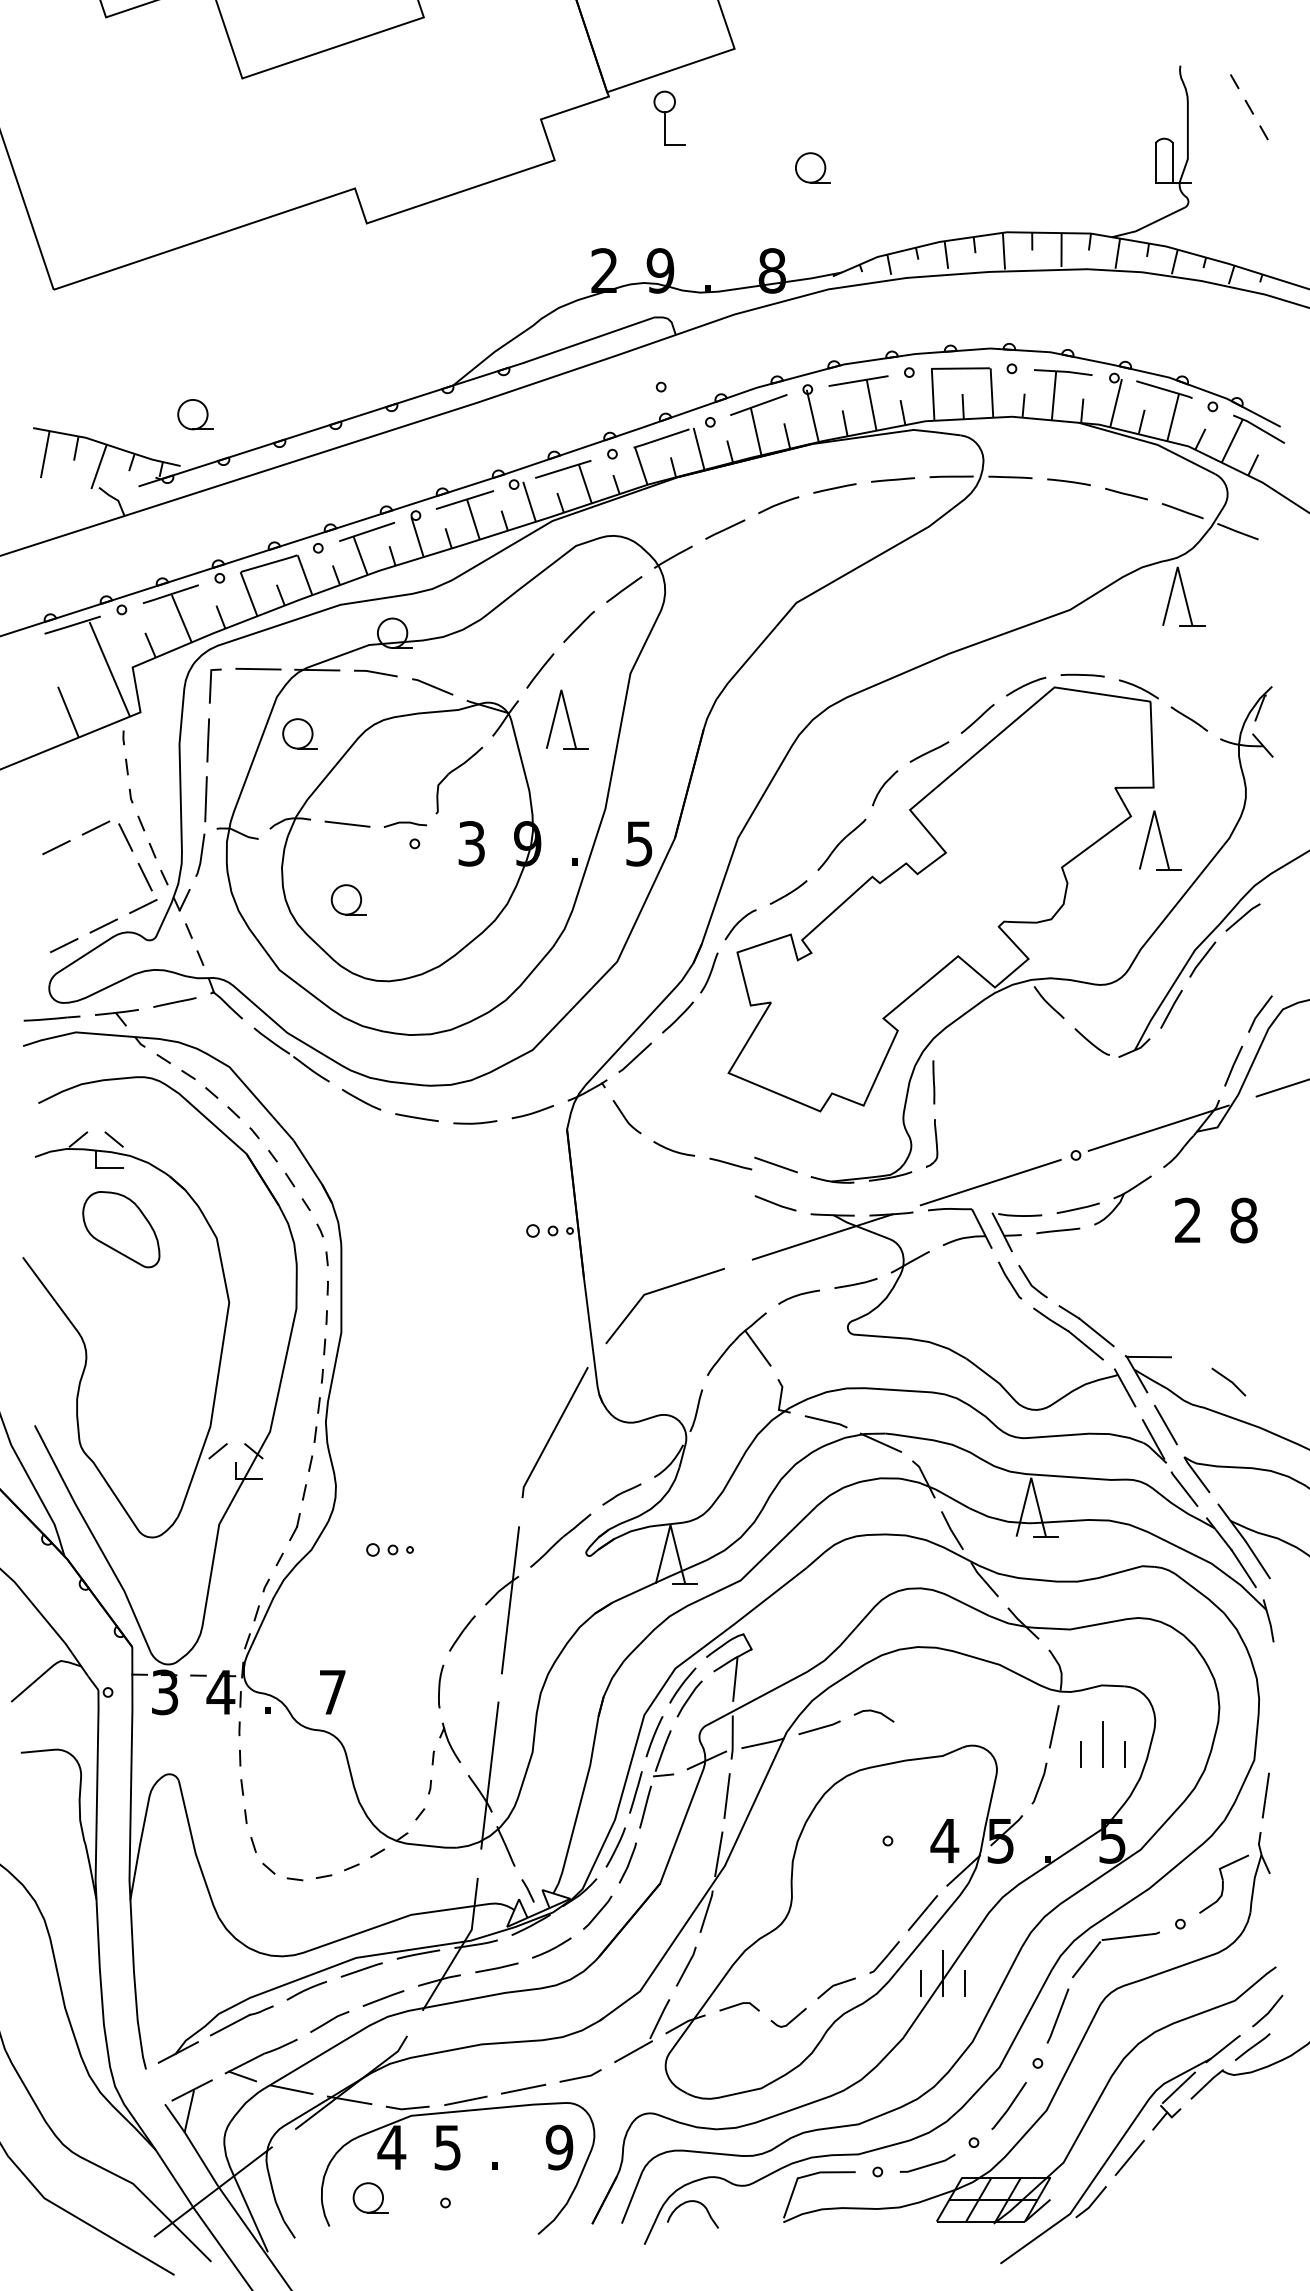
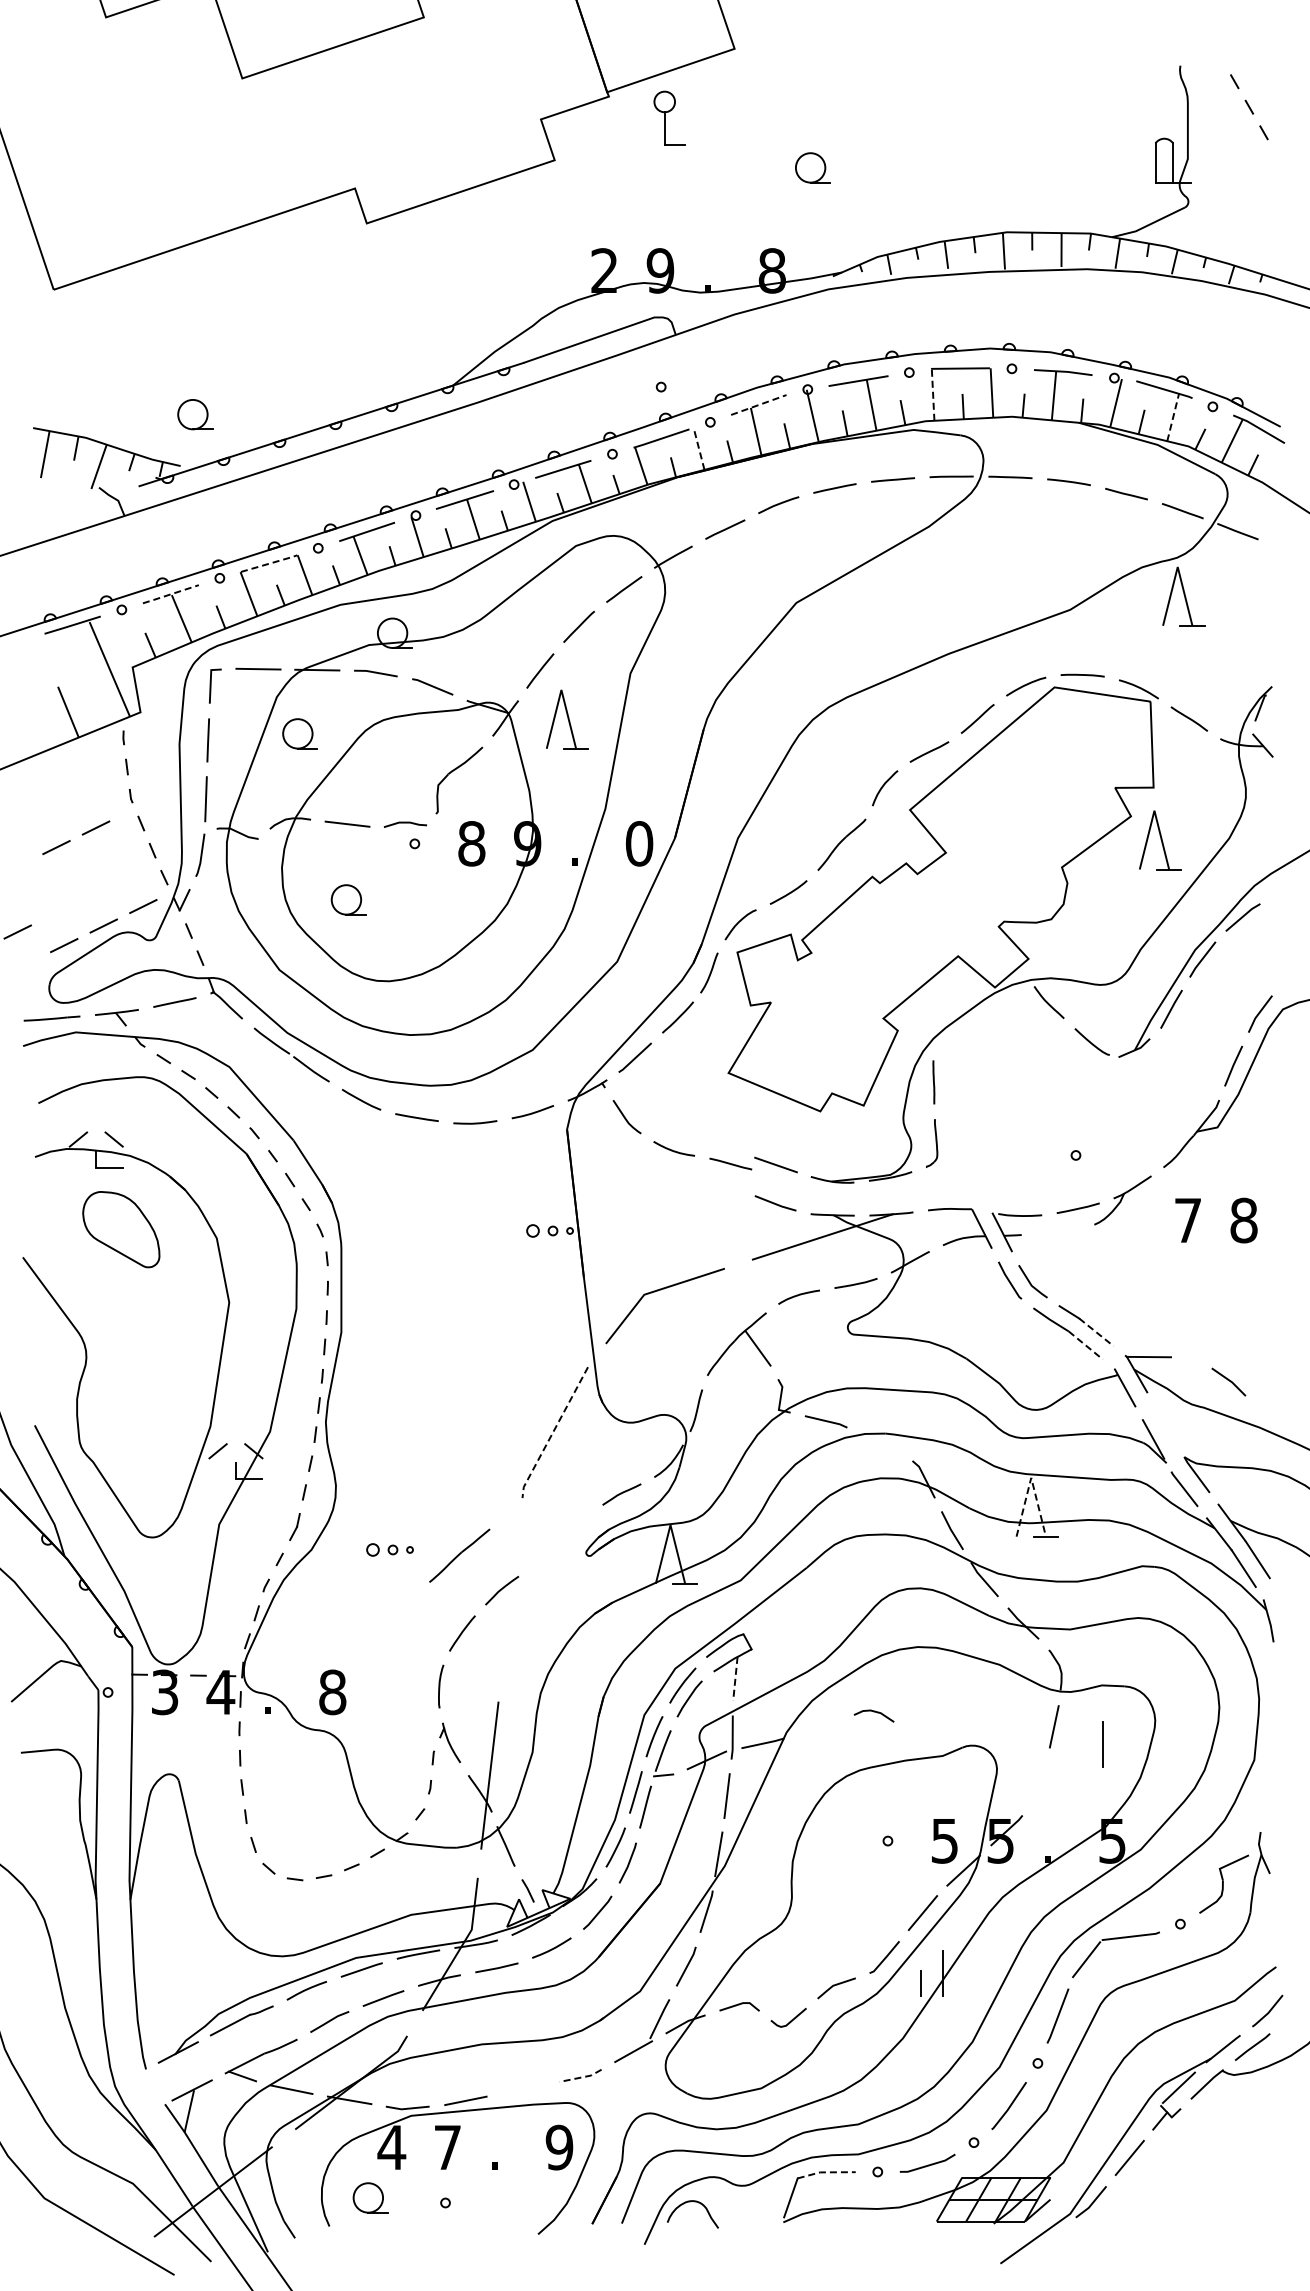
line at (933, 394): solid -> dashed
line at (759, 404): solid -> dashed
line at (1173, 417): solid -> dashed
line at (699, 448): solid -> dashed
line at (270, 563): solid -> dashed
line at (170, 594): solid -> dashed
line at (125, 837): present -> none
text at (471, 843): 3 -> 8
text at (639, 843): 5 -> 0
line at (144, 876): present -> none
line at (17, 931): none -> present
line at (1281, 1088): present -> none
line at (1158, 1127): present -> none
line at (990, 1182): present -> none
text at (1187, 1219): 2 -> 7
line at (1058, 1230): present -> none
line at (1096, 1332): solid -> dashed
line at (1086, 1345): solid -> dashed
line at (1165, 1424): present -> none
line at (552, 1432): solid -> dashed
line at (880, 1442): present -> none
line at (1031, 1477): solid -> dashed
part at (560, 1540) position: (560, 1540) -> (459, 1555)
line at (510, 1600): present -> none
line at (735, 1679): solid -> dashed
text at (332, 1692): 7 -> 8
line at (819, 1727): present -> none
line at (1081, 1753): present -> none
line at (1125, 1753): present -> none
line at (1039, 1783): present -> none
line at (1265, 1795): present -> none
text at (944, 1841): 4 -> 5
line at (964, 1982): present -> none
line at (581, 2077): solid -> dashed
line at (523, 2088): present -> none
text at (447, 2147): 5 -> 7
line at (826, 2172): solid -> dashed
